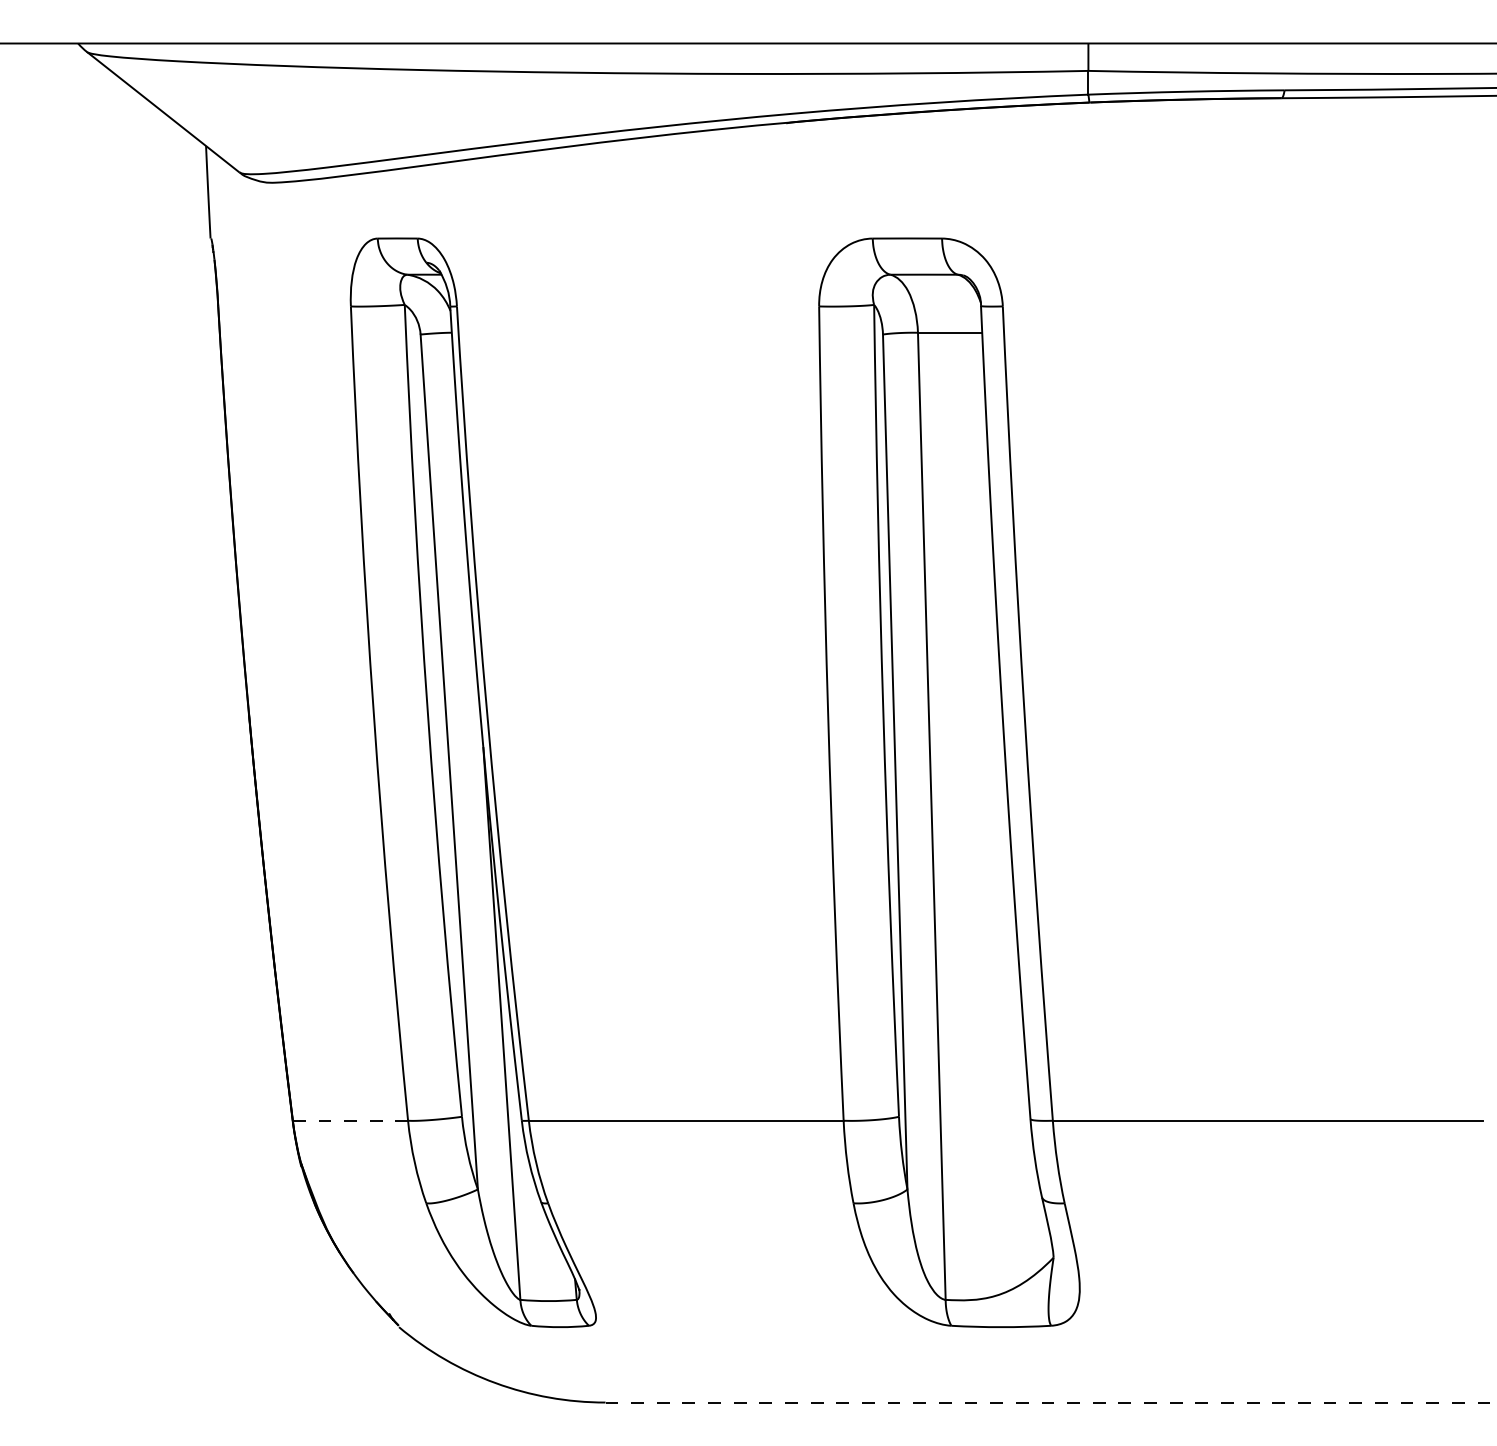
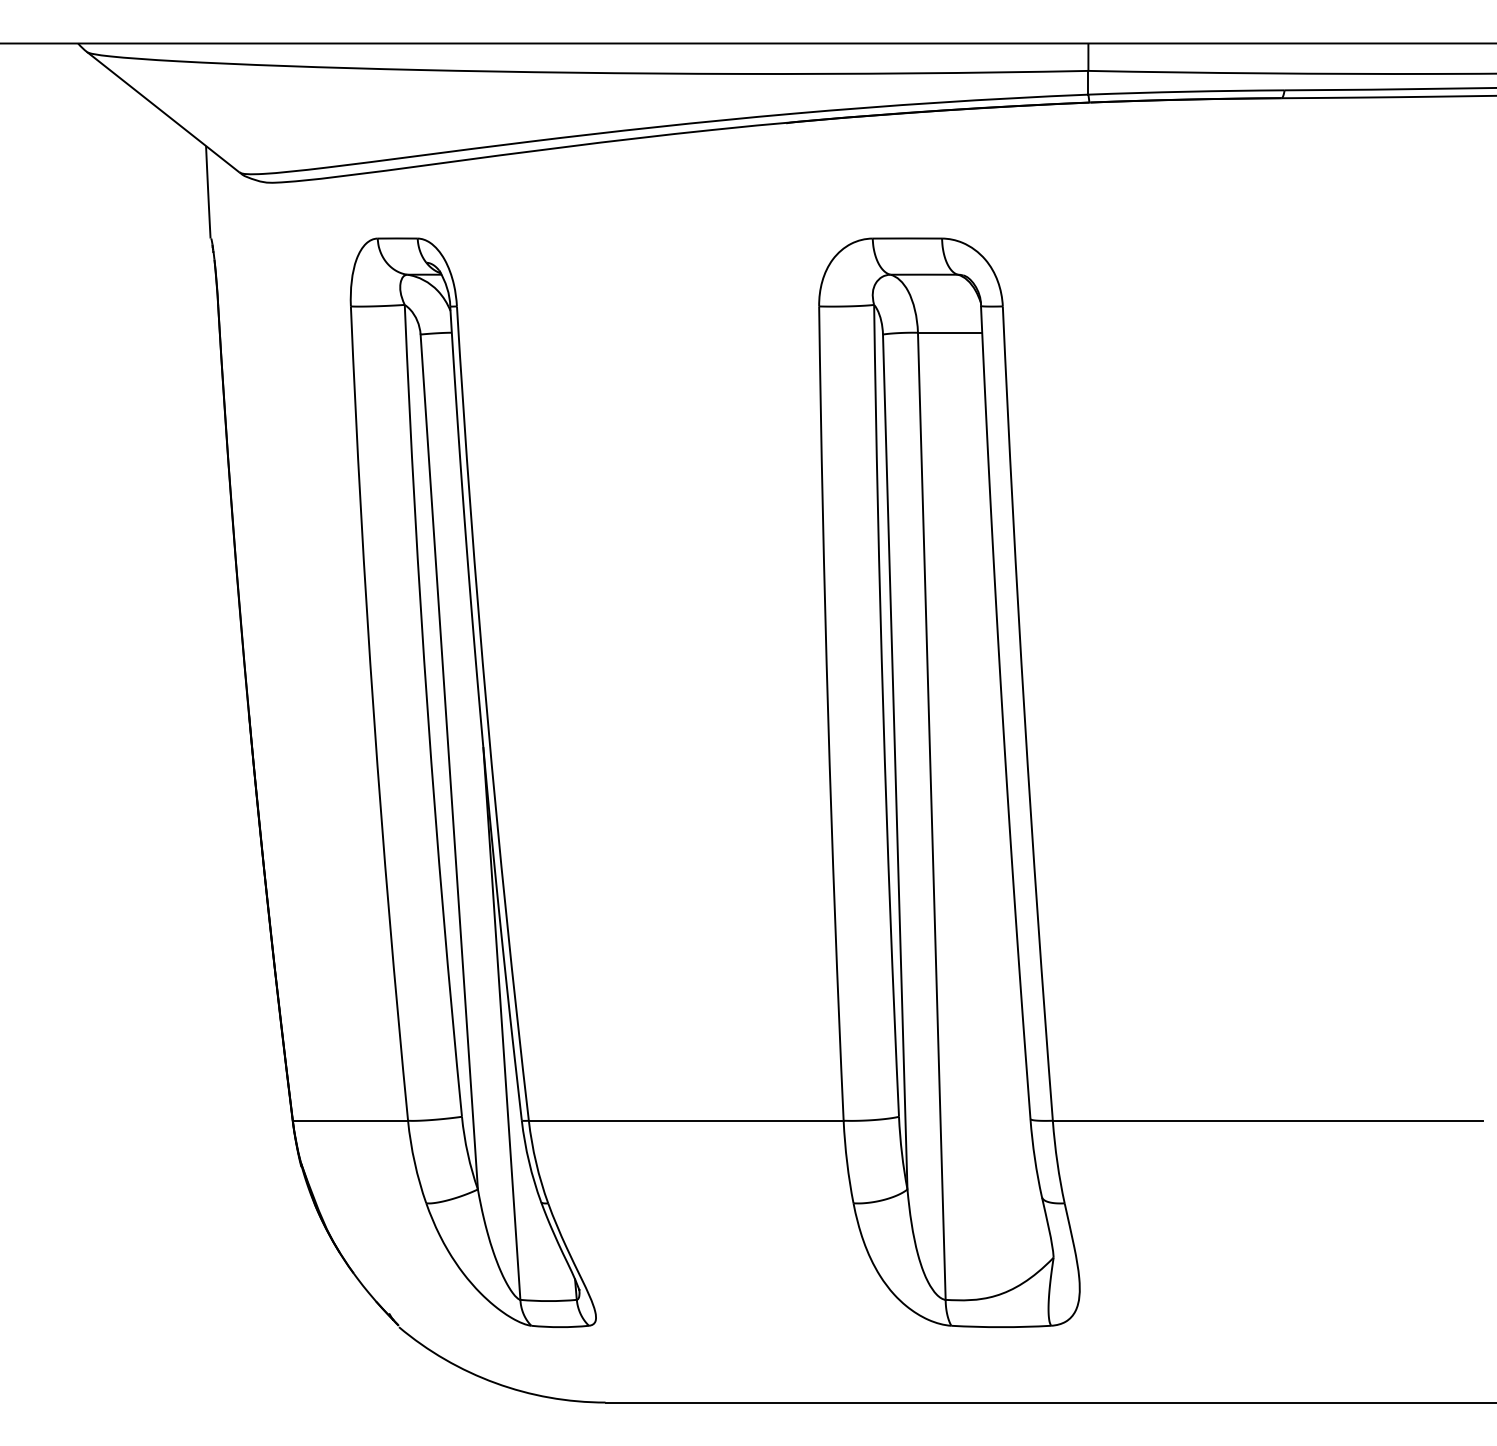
line at (350, 1120): dashed -> solid
line at (1051, 1402): dashed -> solid
